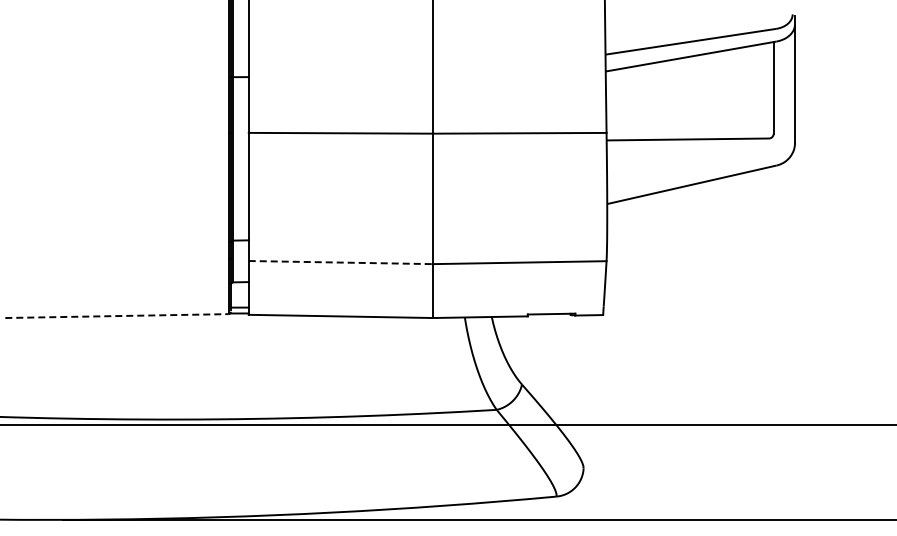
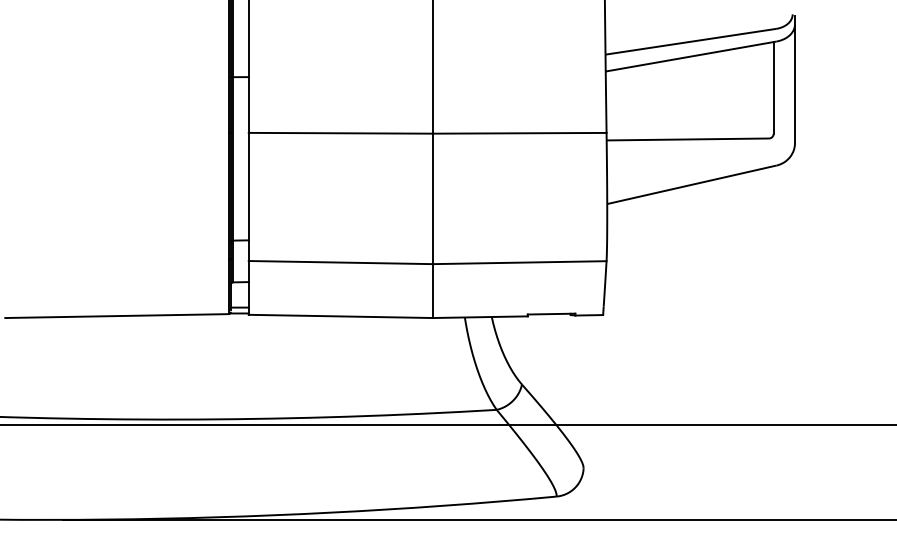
line at (341, 262): dashed -> solid
line at (116, 316): dashed -> solid
